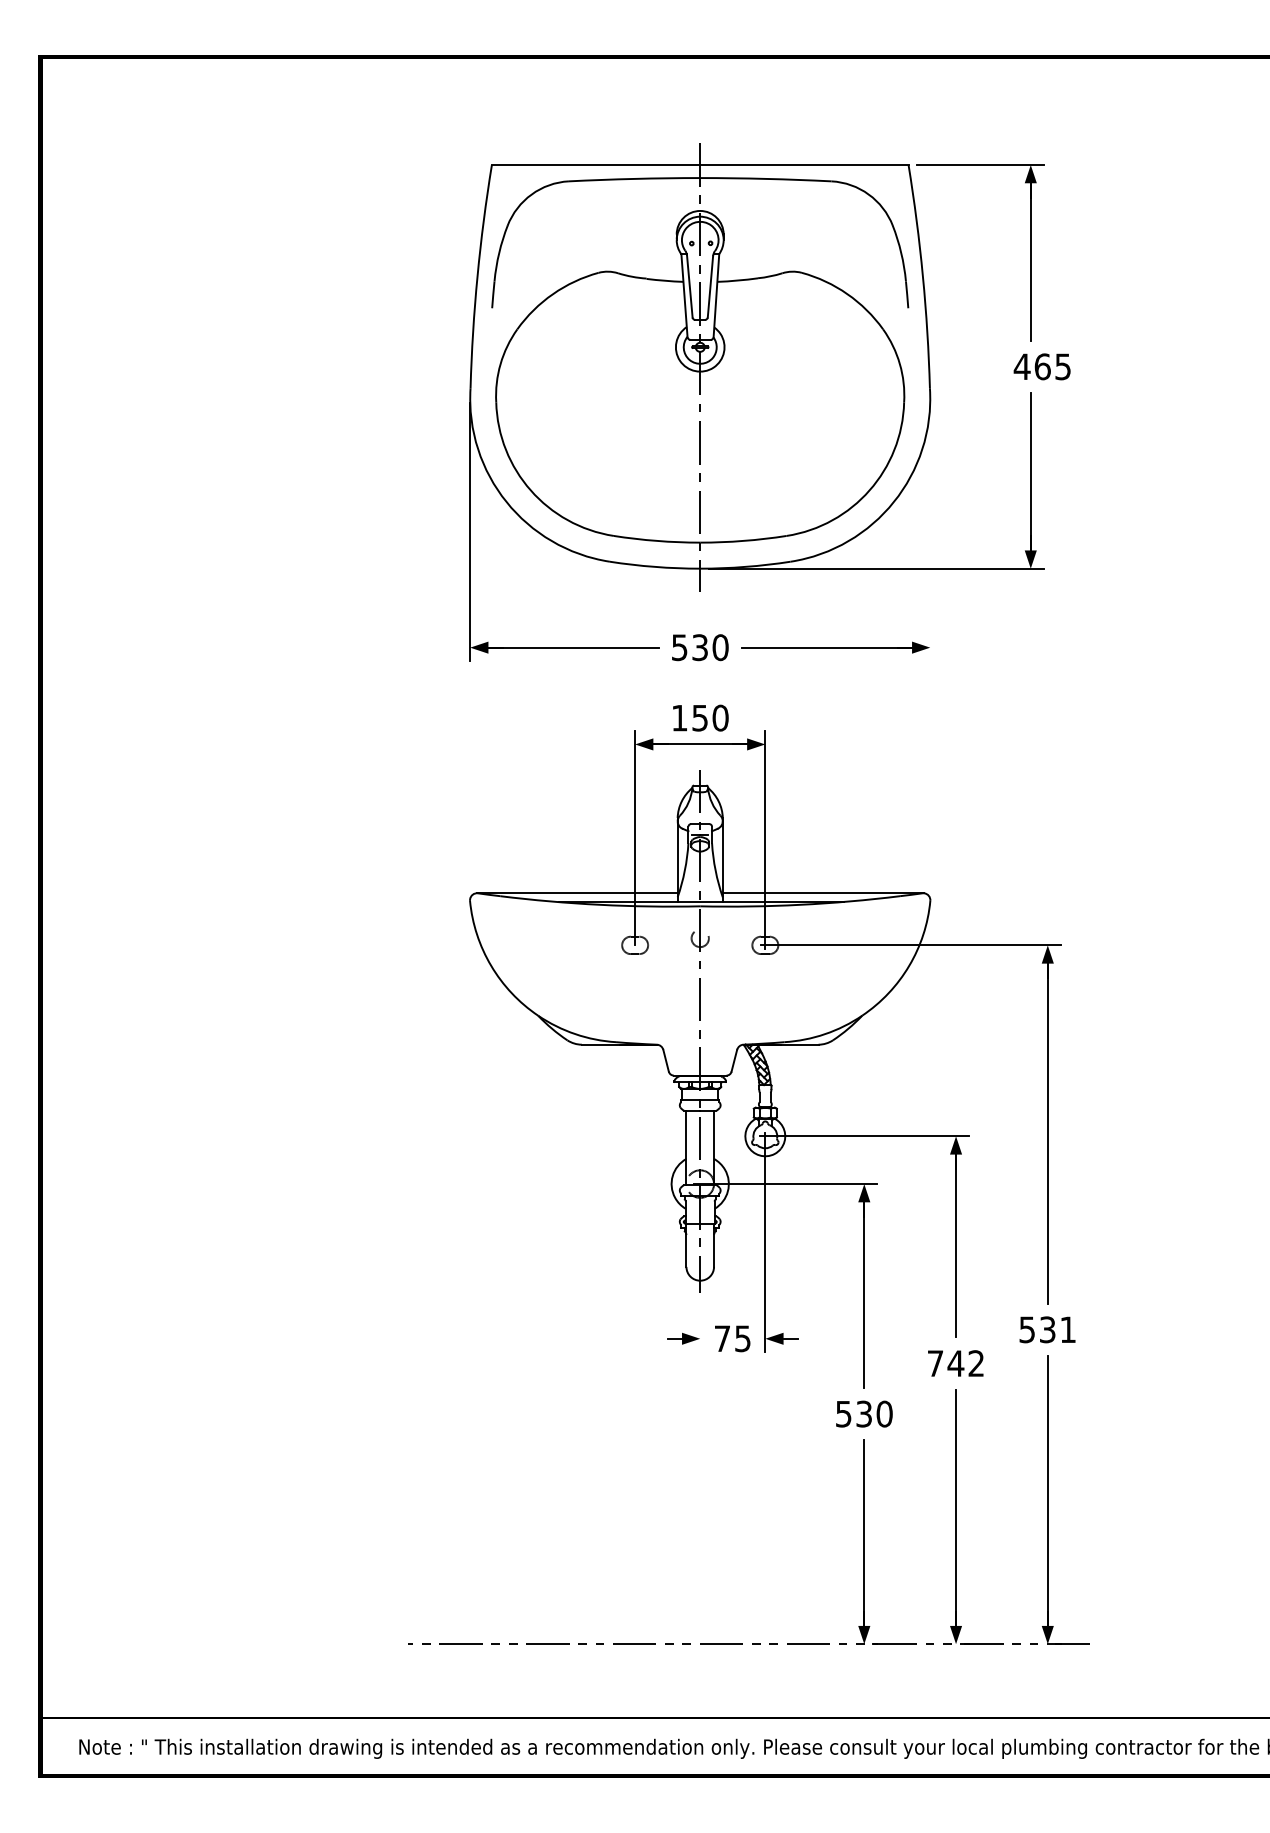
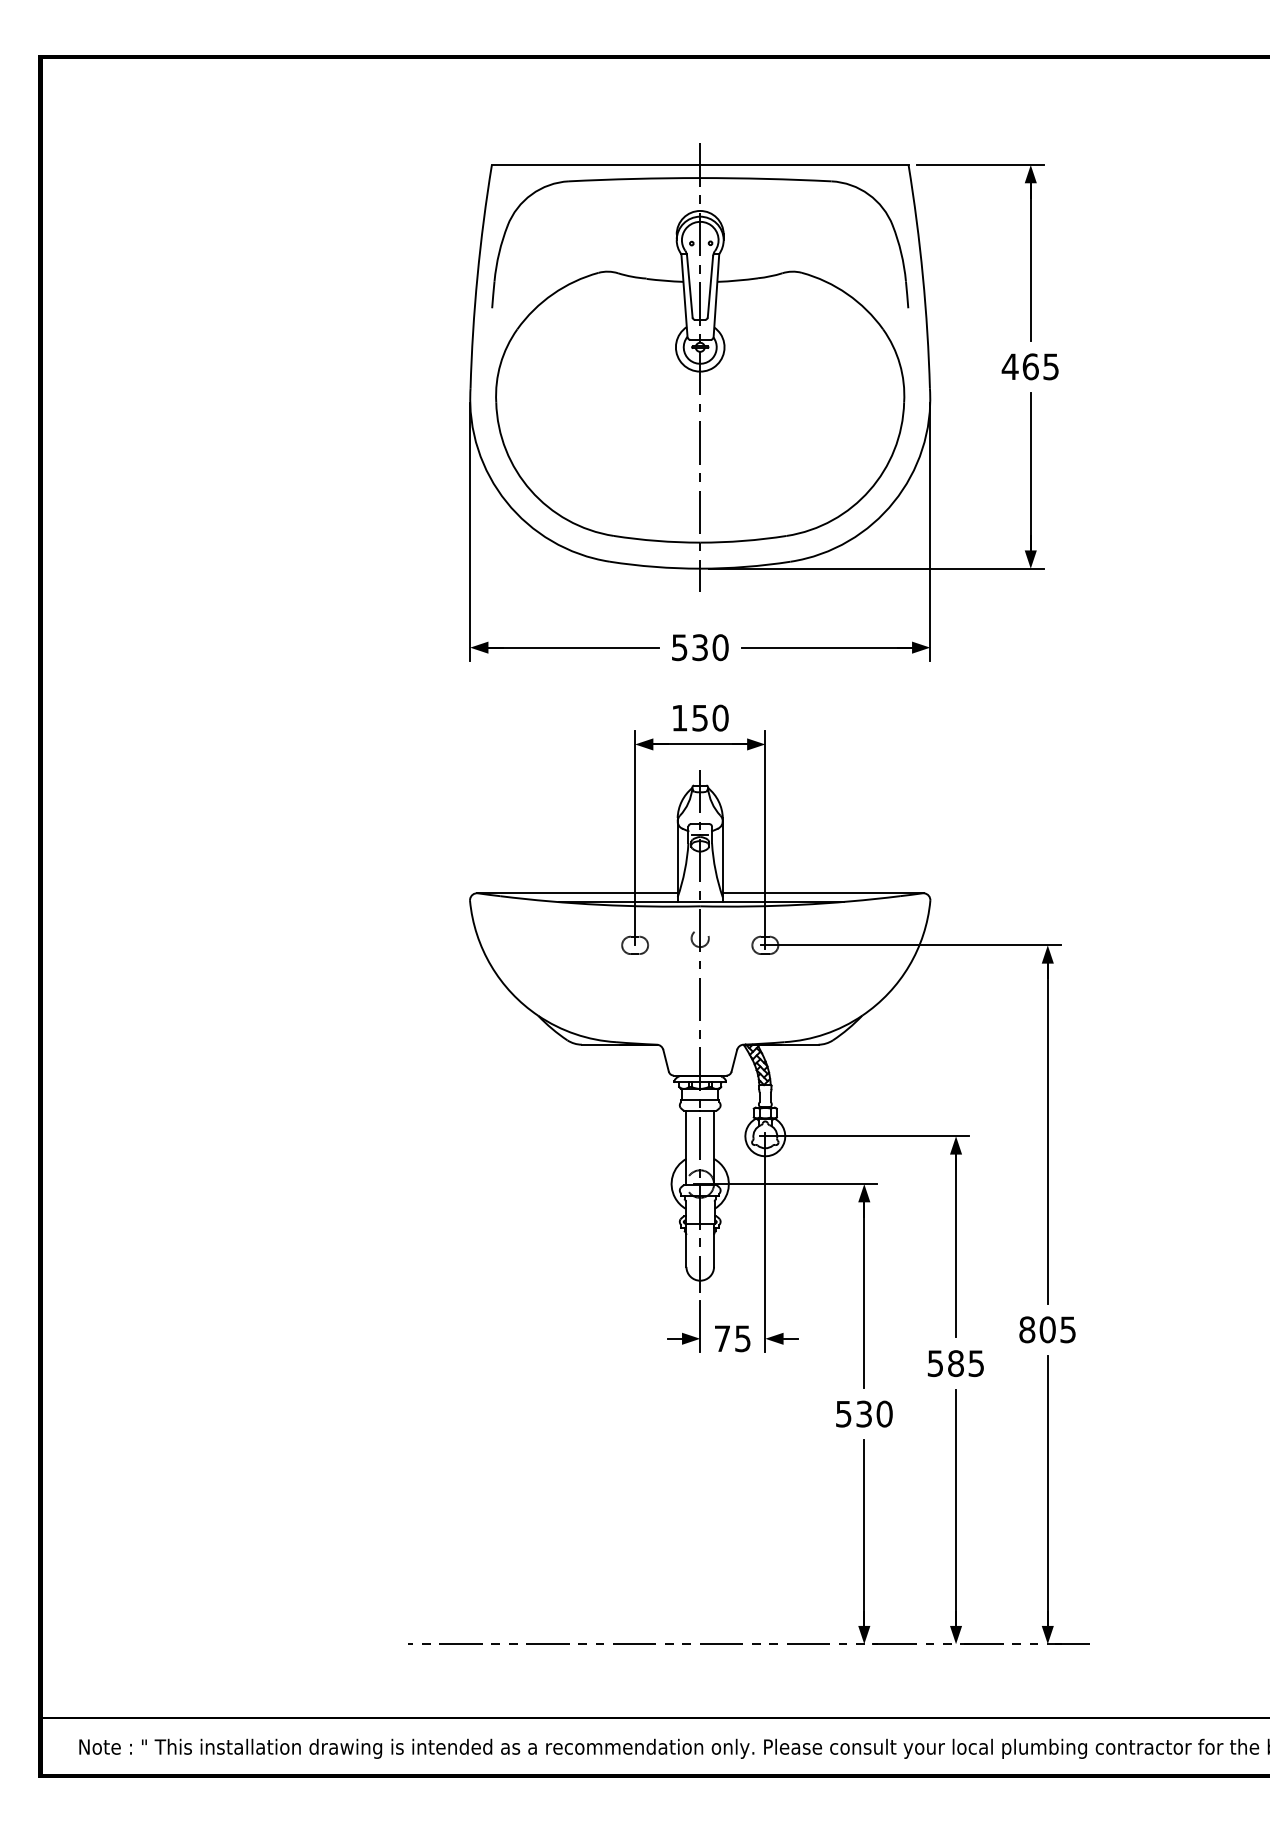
text at (1041, 366) position: (1041, 366) -> (1029, 366)
line at (930, 531): none -> present
line at (700, 1326): none -> present
text at (1047, 1329): 531 -> 805
text at (955, 1363): 742 -> 585
